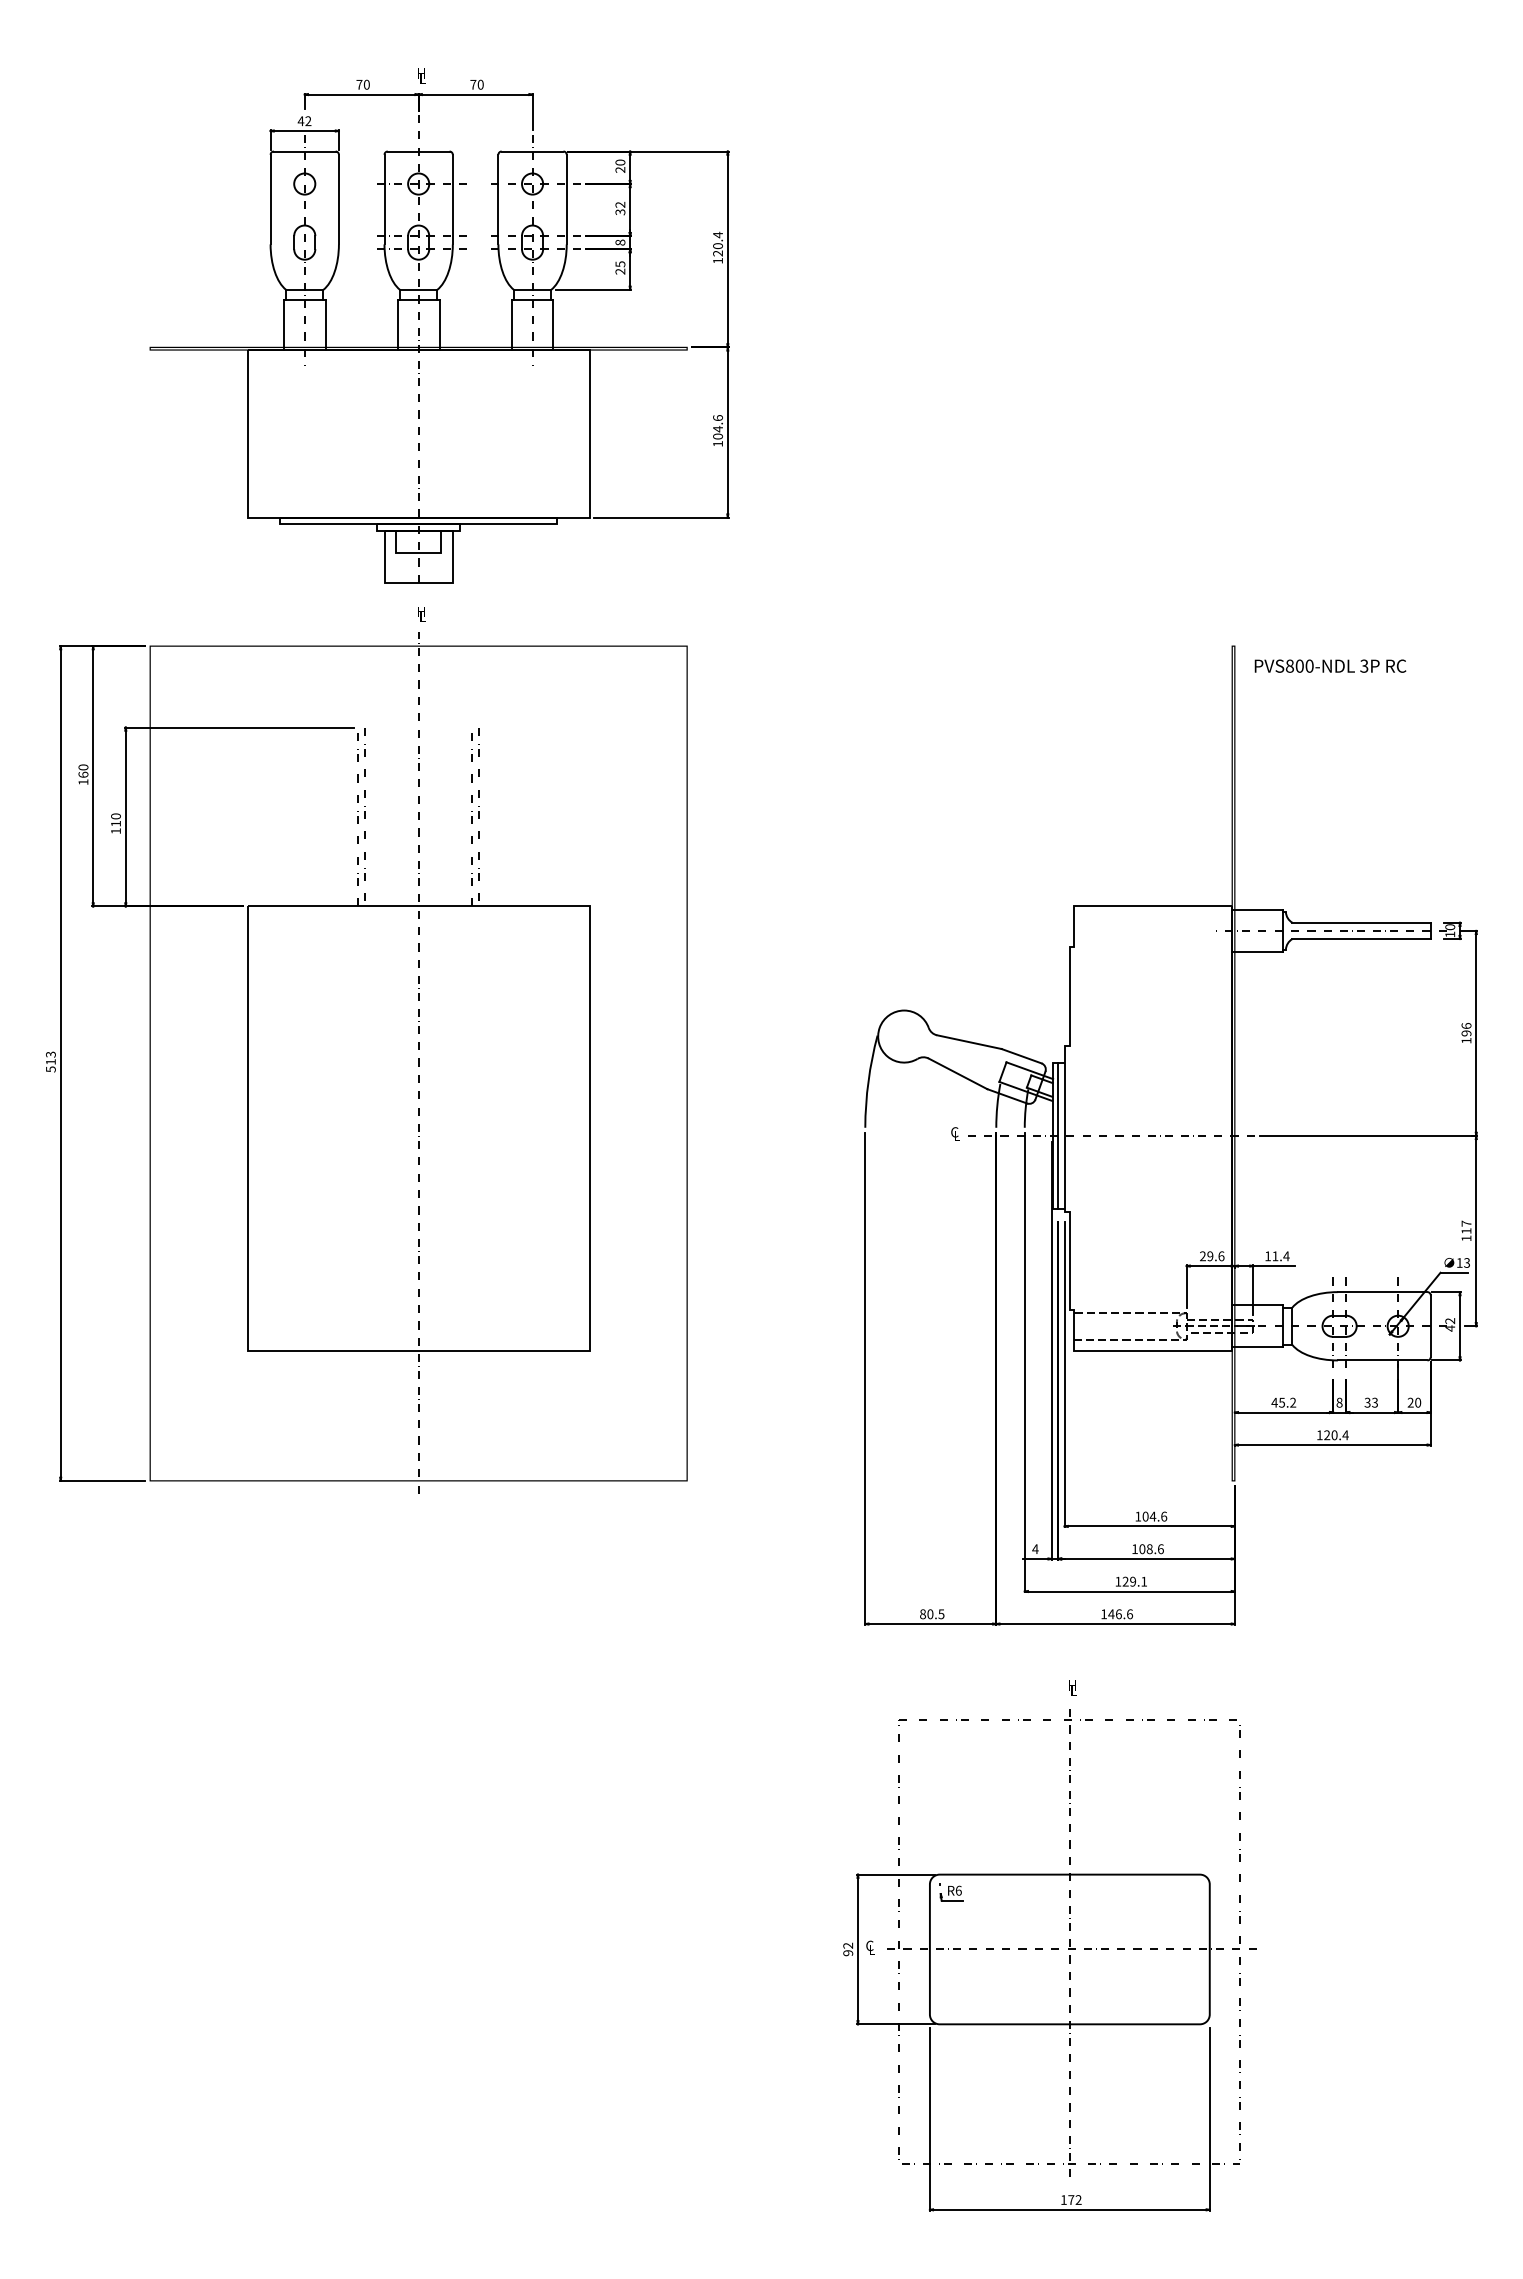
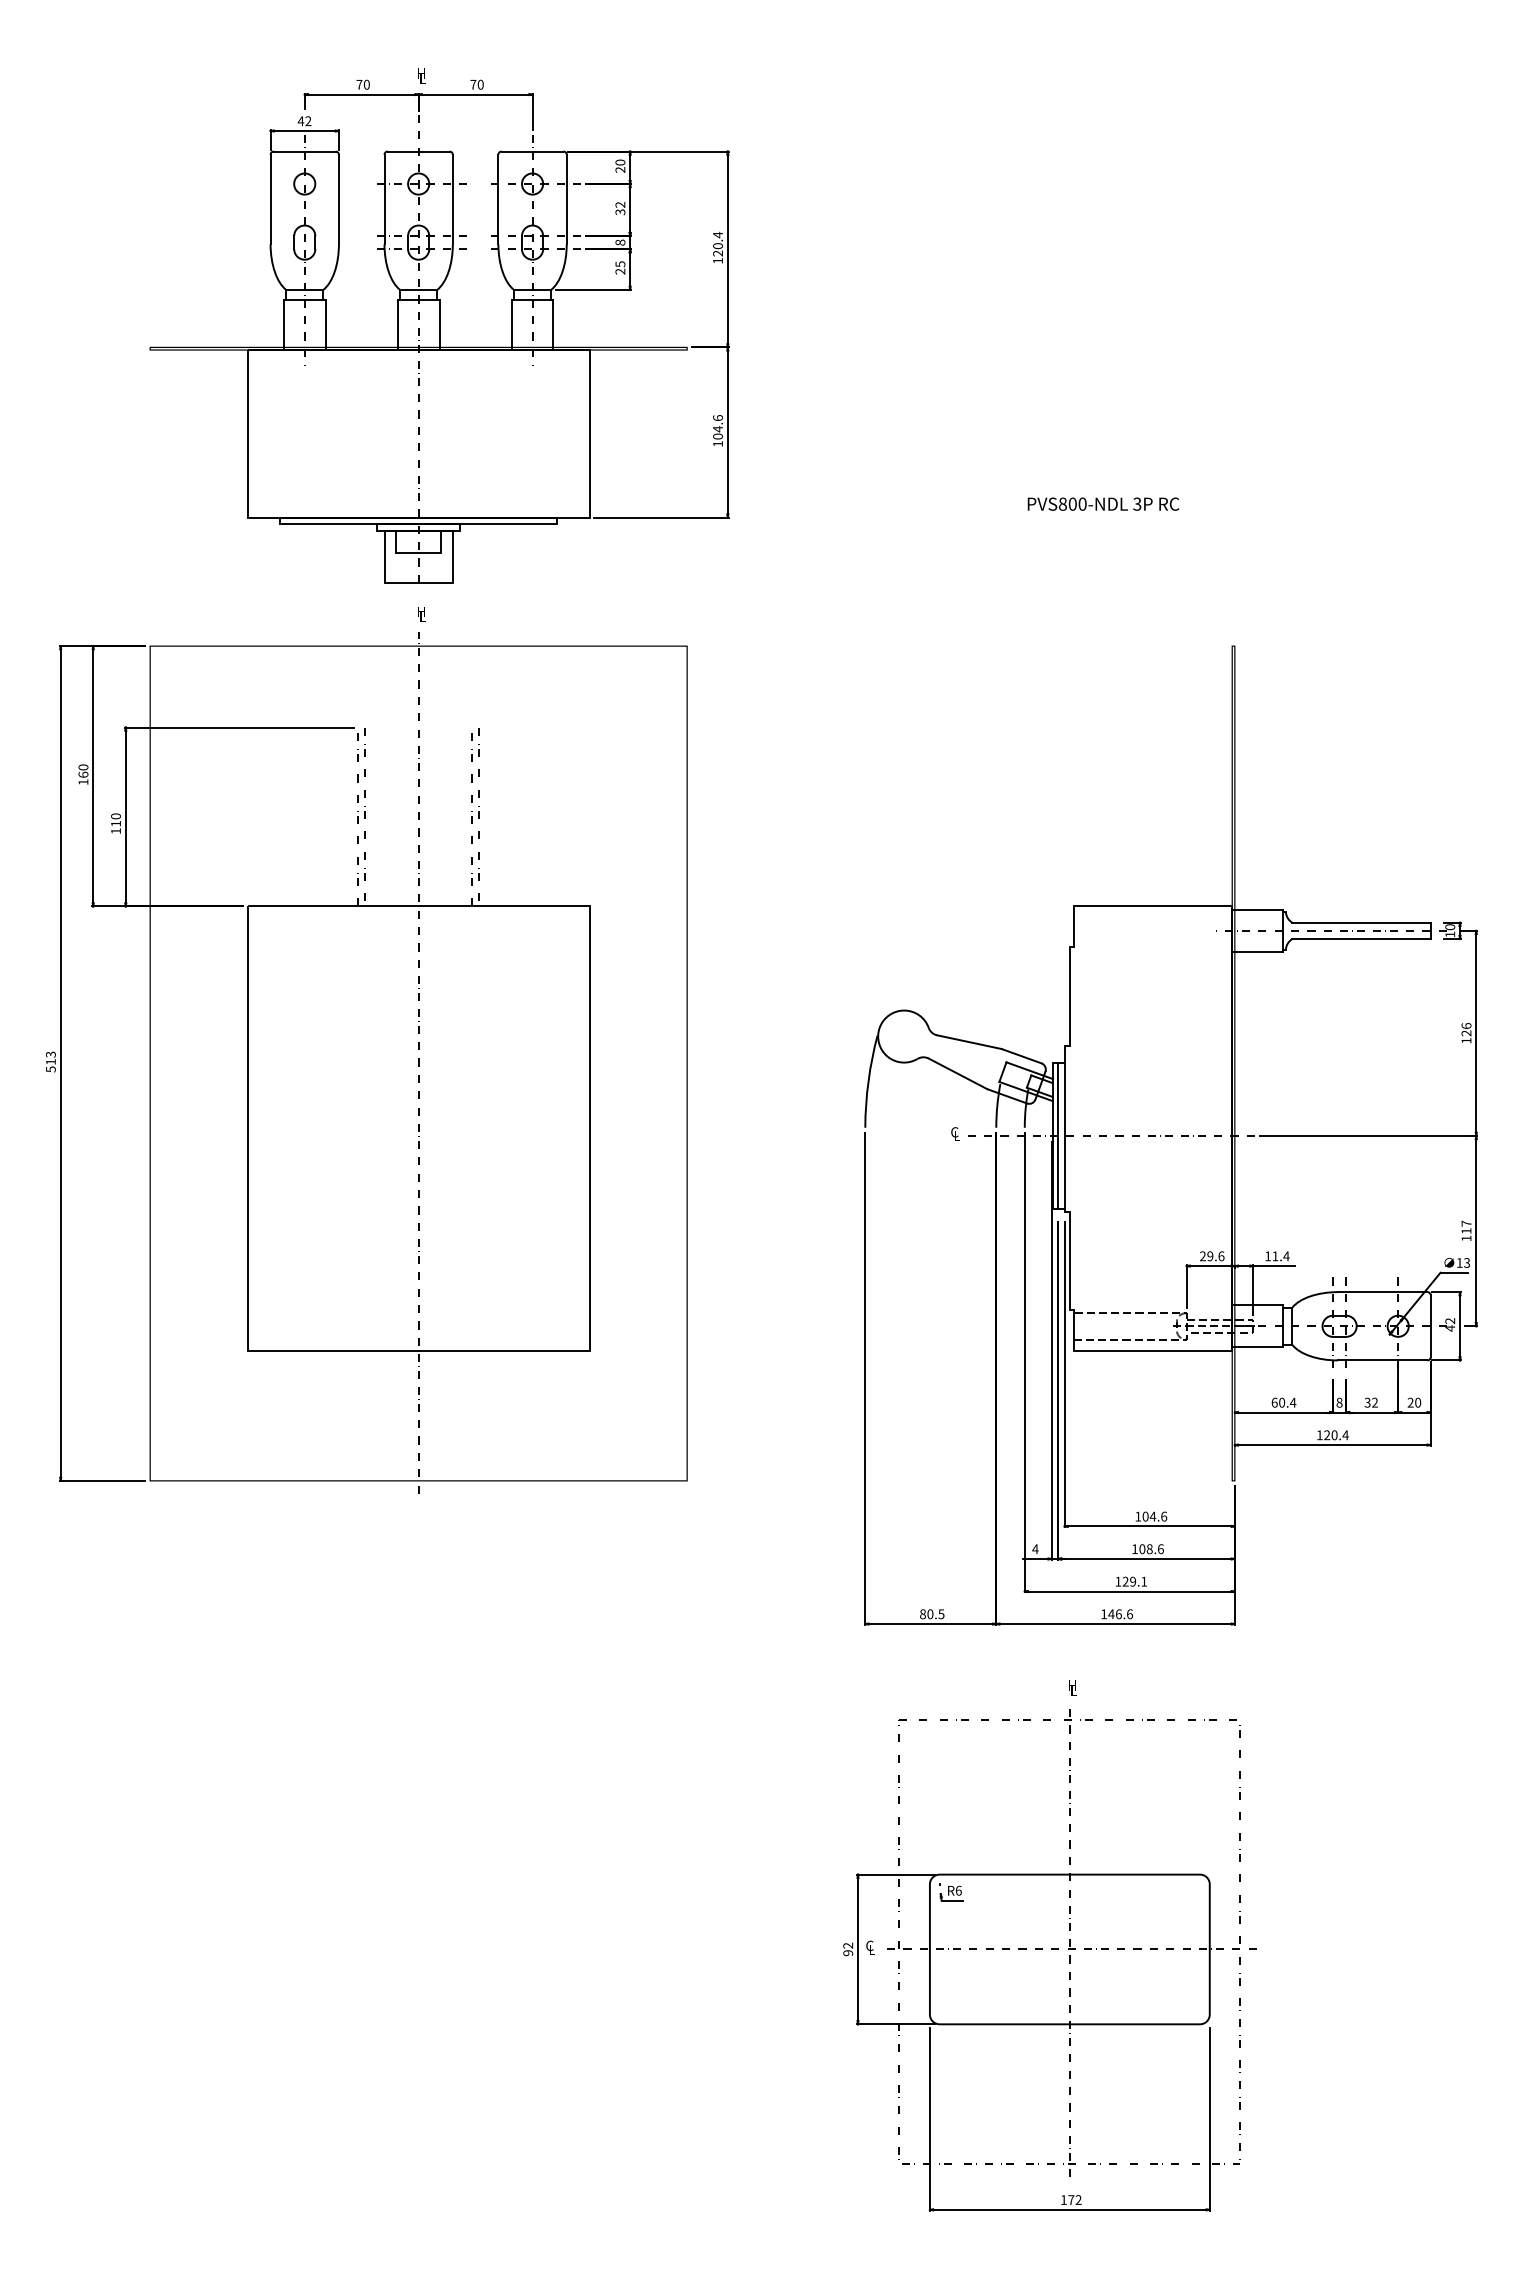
text at (1330, 665) position: (1330, 665) -> (1103, 503)
text at (1466, 1033): 196 -> 126
text at (1283, 1402): 45.2 -> 60.4
text at (1374, 1403): 33 -> 32
